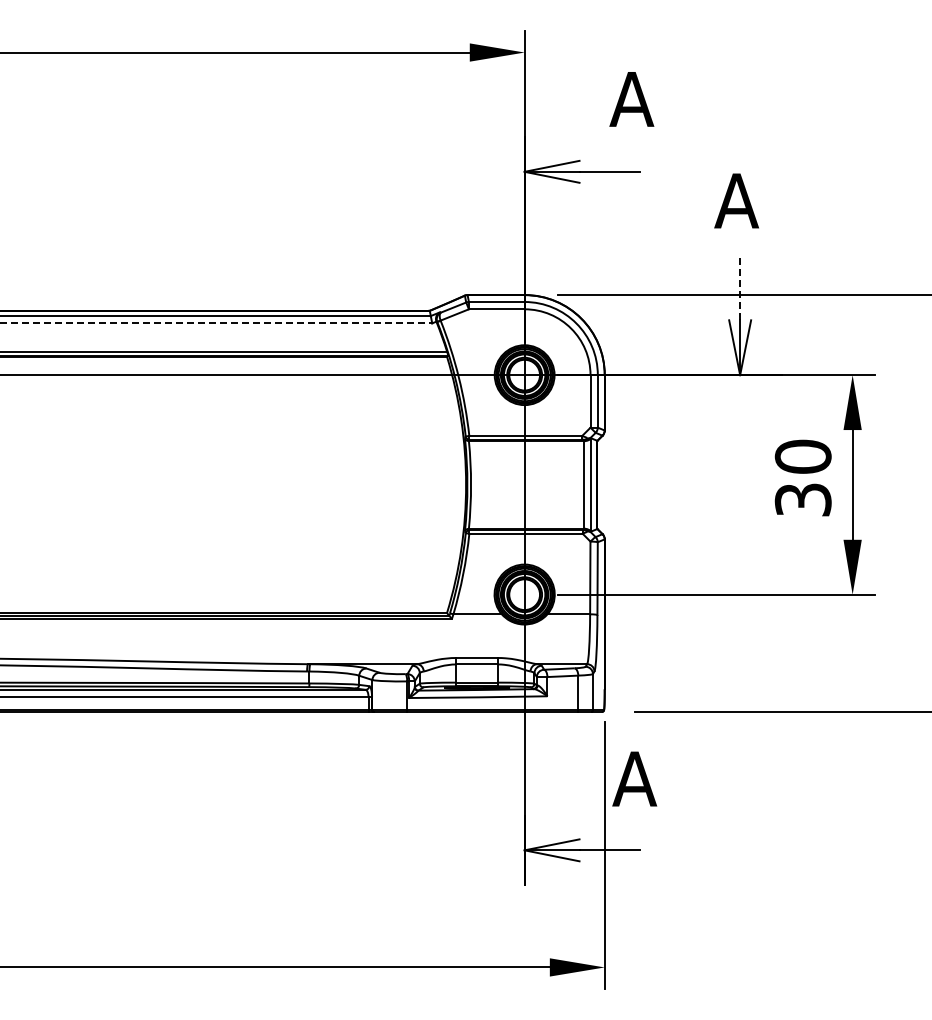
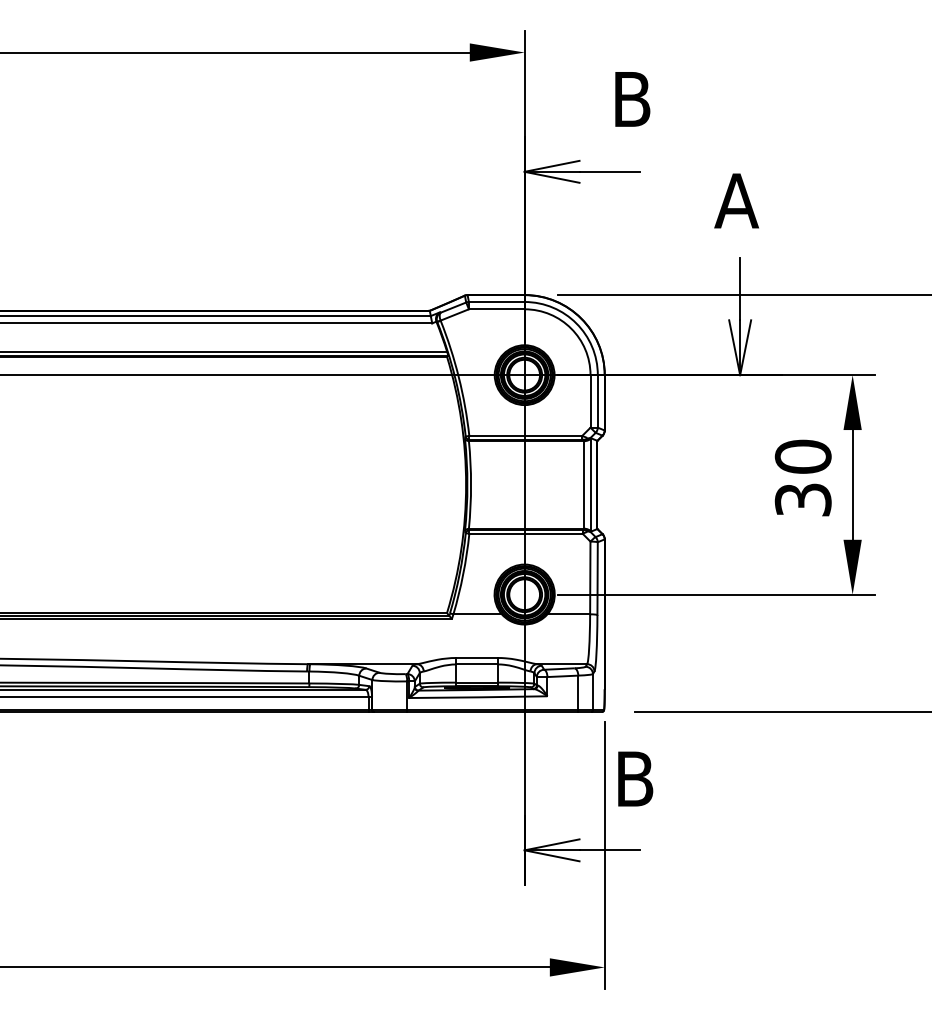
text at (631, 99): A -> B
line at (740, 289): dashed -> solid
line at (216, 323): dashed -> solid
text at (634, 778): A -> B
